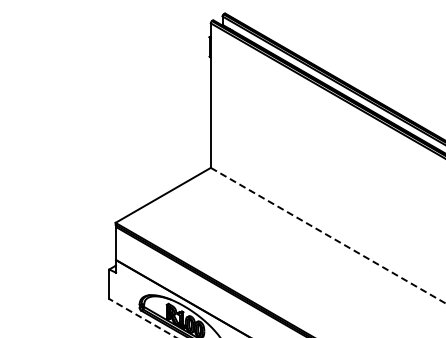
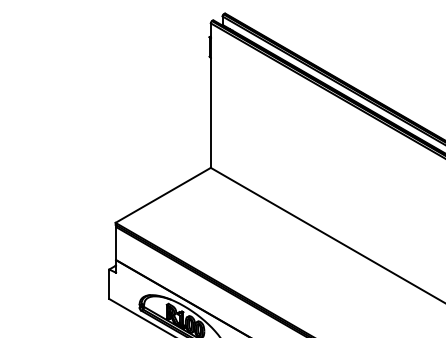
line at (328, 235): dashed -> solid
line at (143, 318): dashed -> solid
